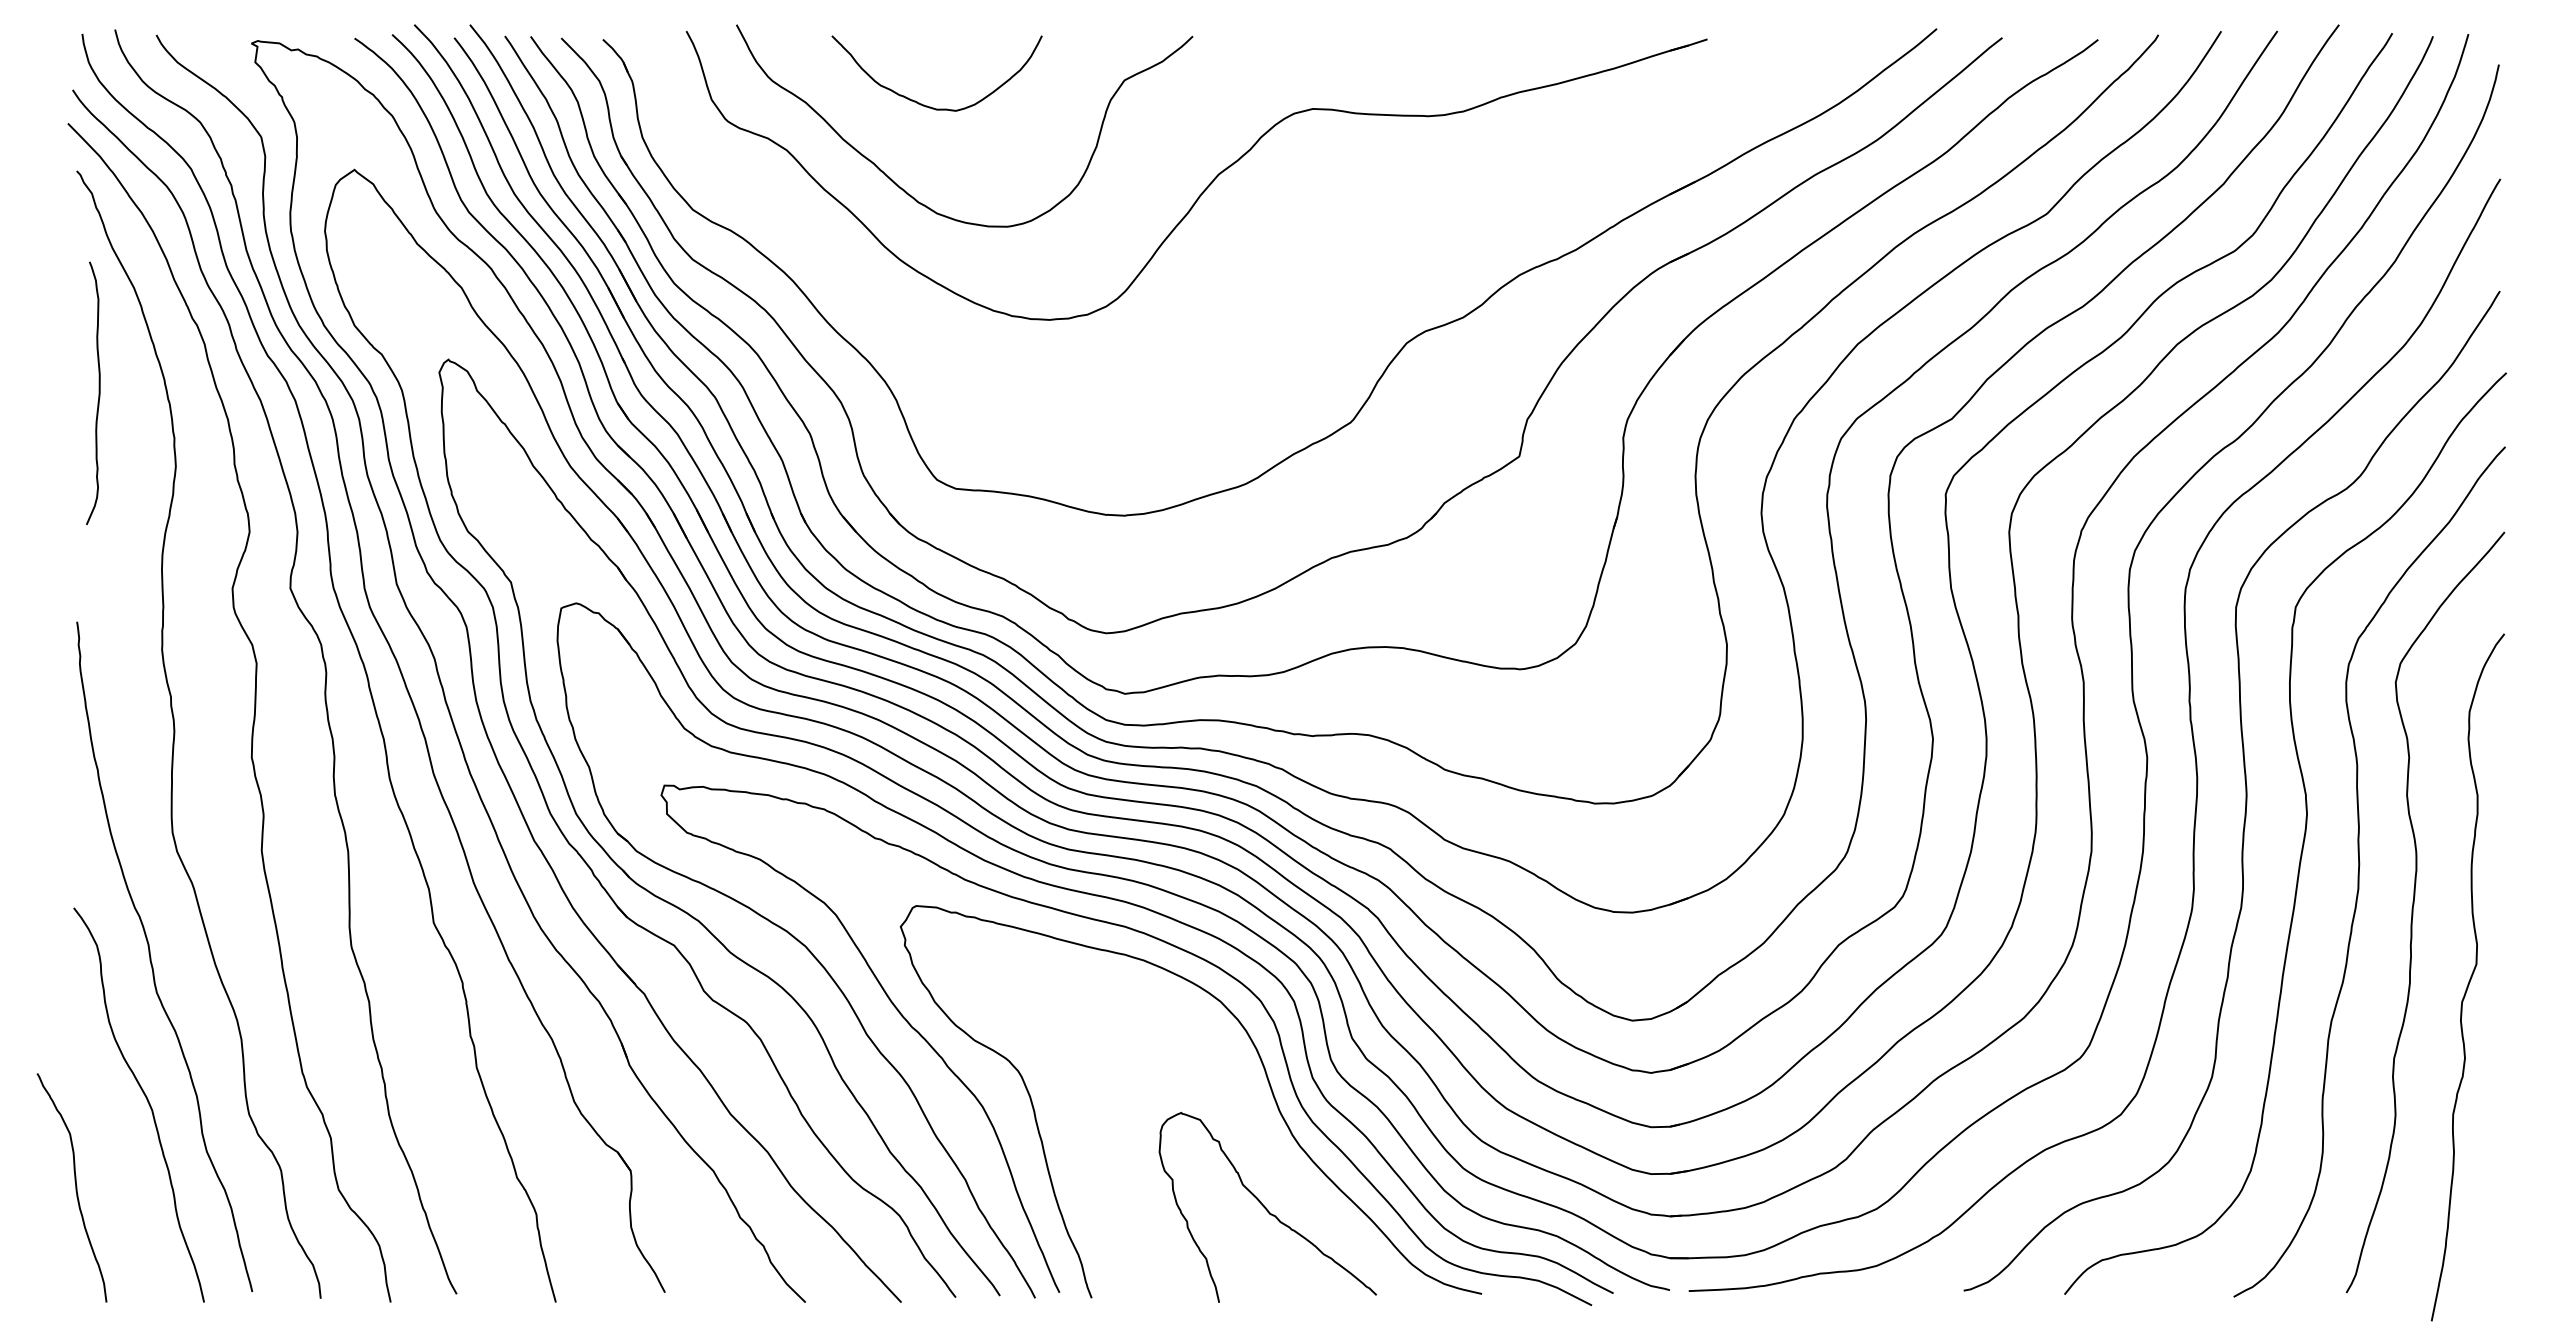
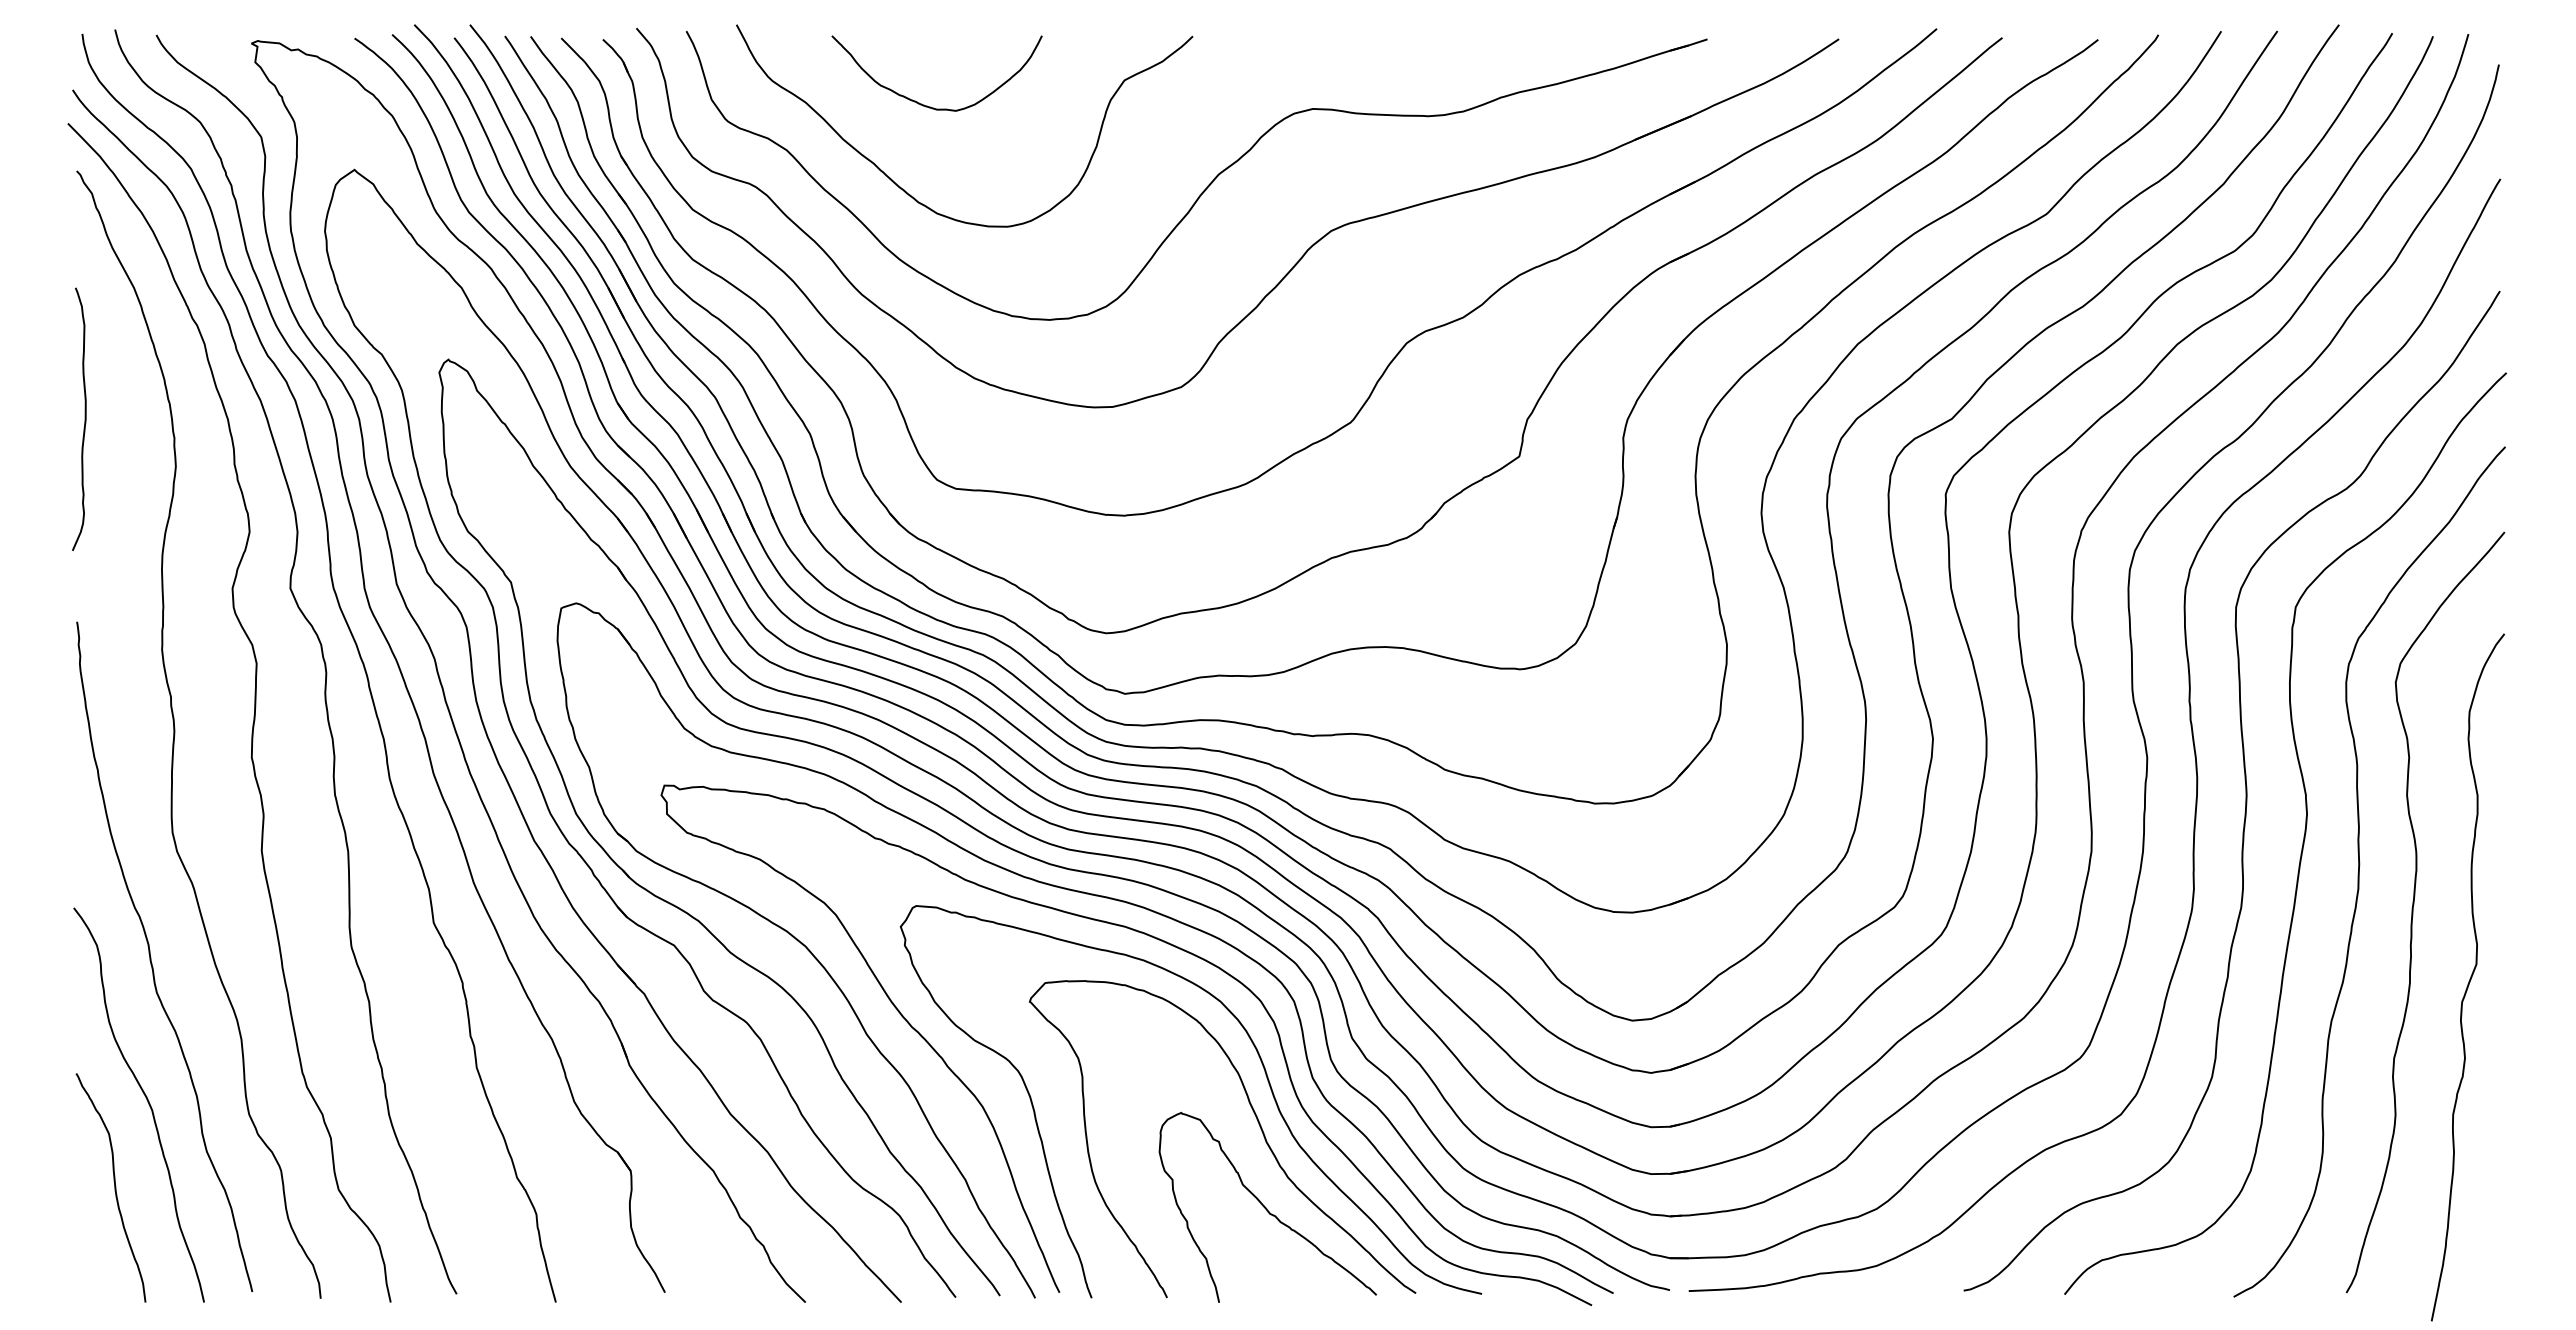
part at (1292, 266): none -> present
curve at (98, 392) position: (98, 392) -> (84, 418)
curve at (1258, 1124): none -> present
curve at (75, 1187) position: (75, 1187) -> (114, 1187)
